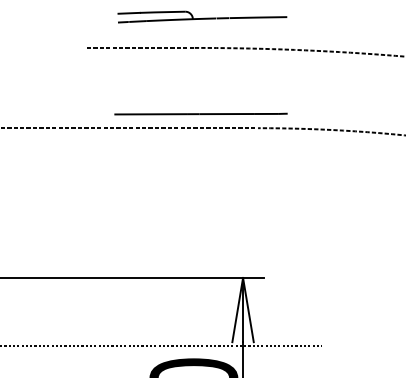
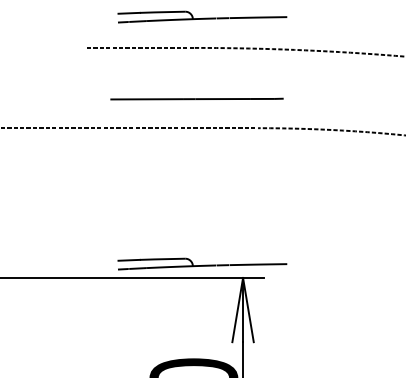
line at (200, 113) position: (200, 113) -> (196, 98)
part at (202, 263): none -> present
line at (162, 346): present -> none
